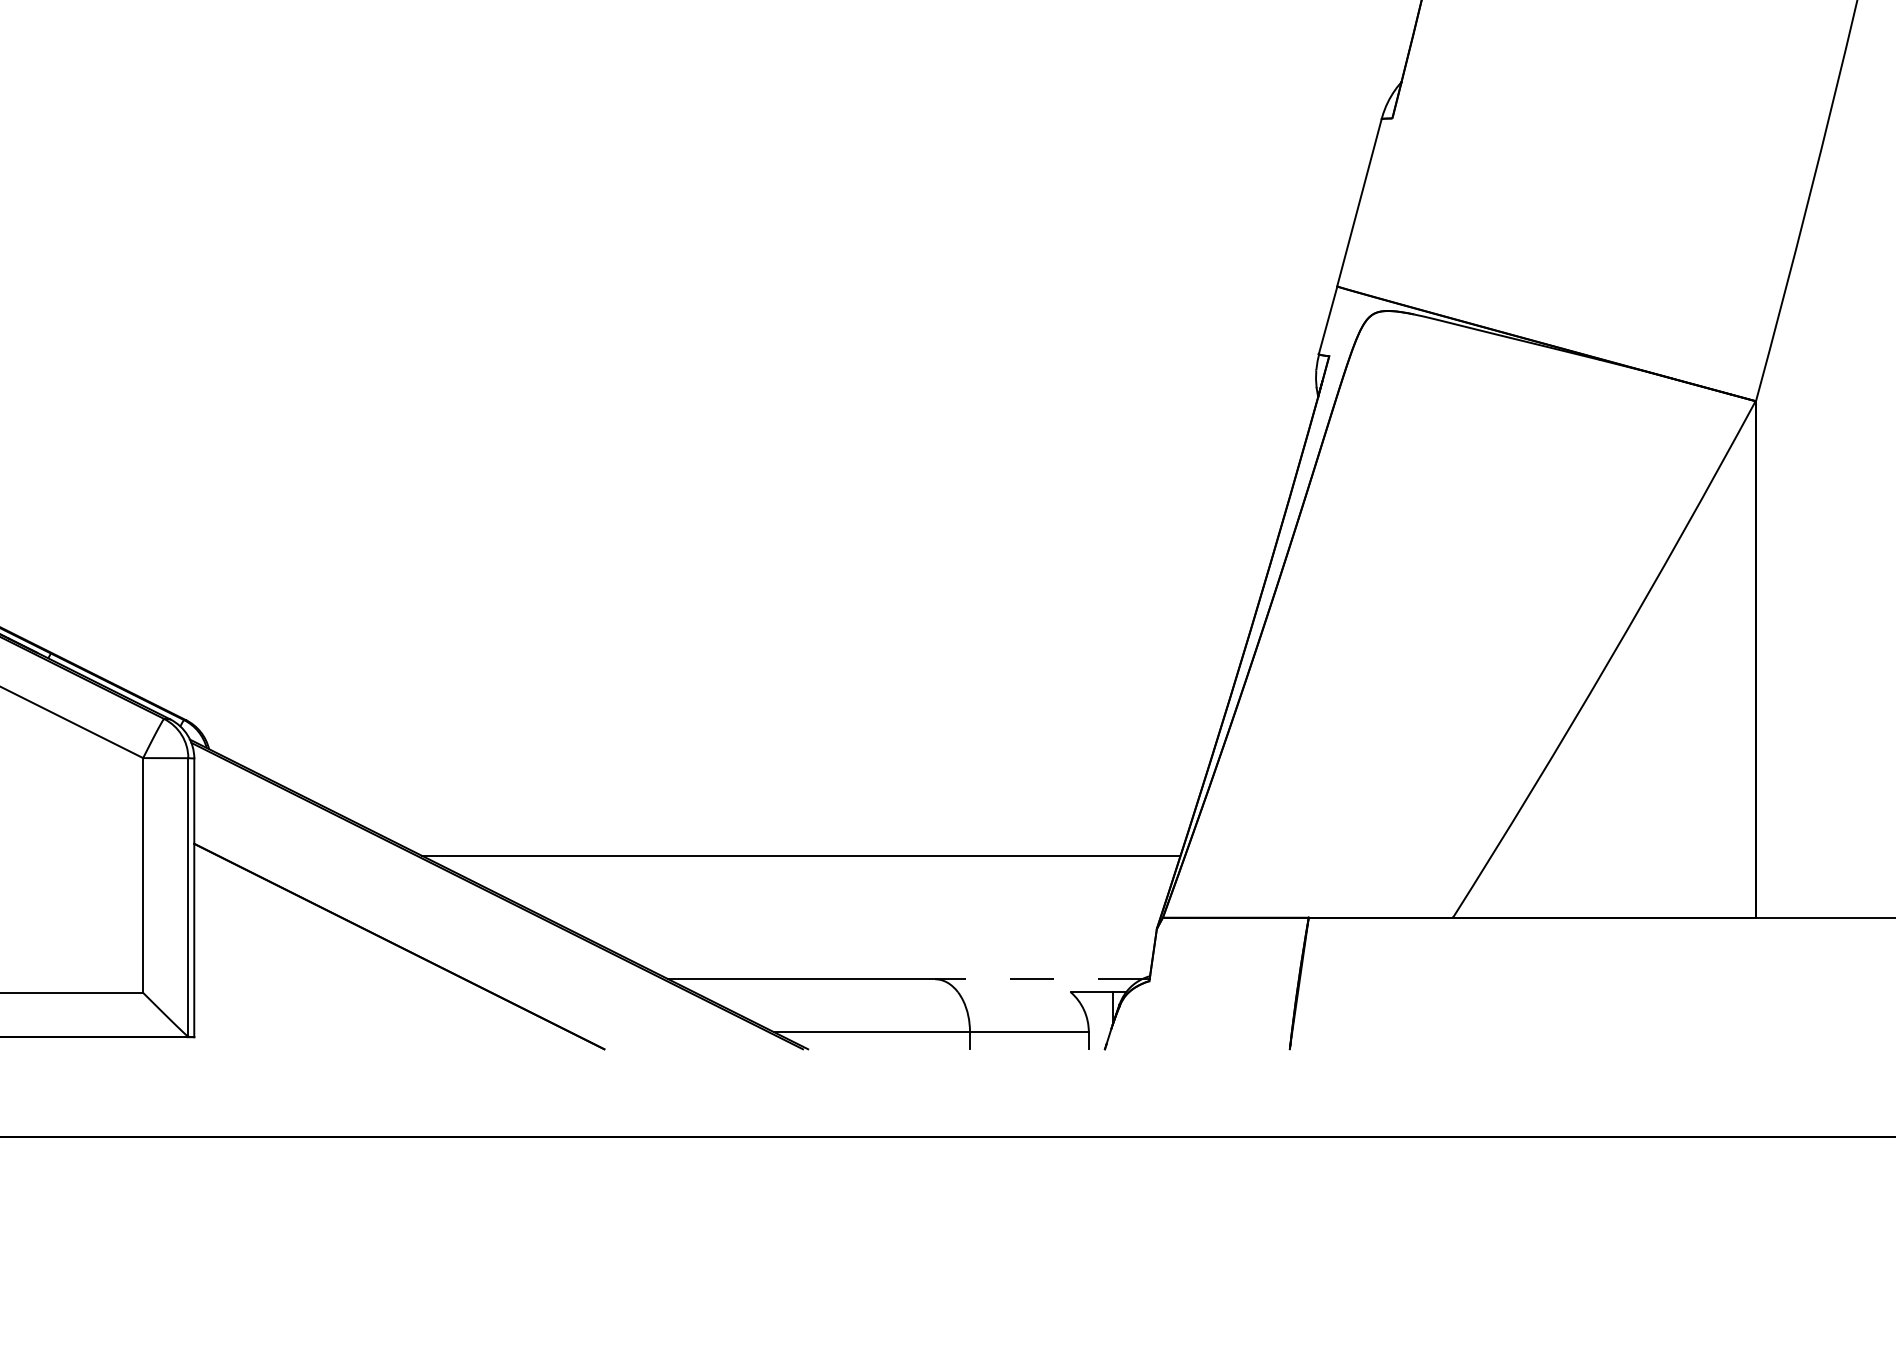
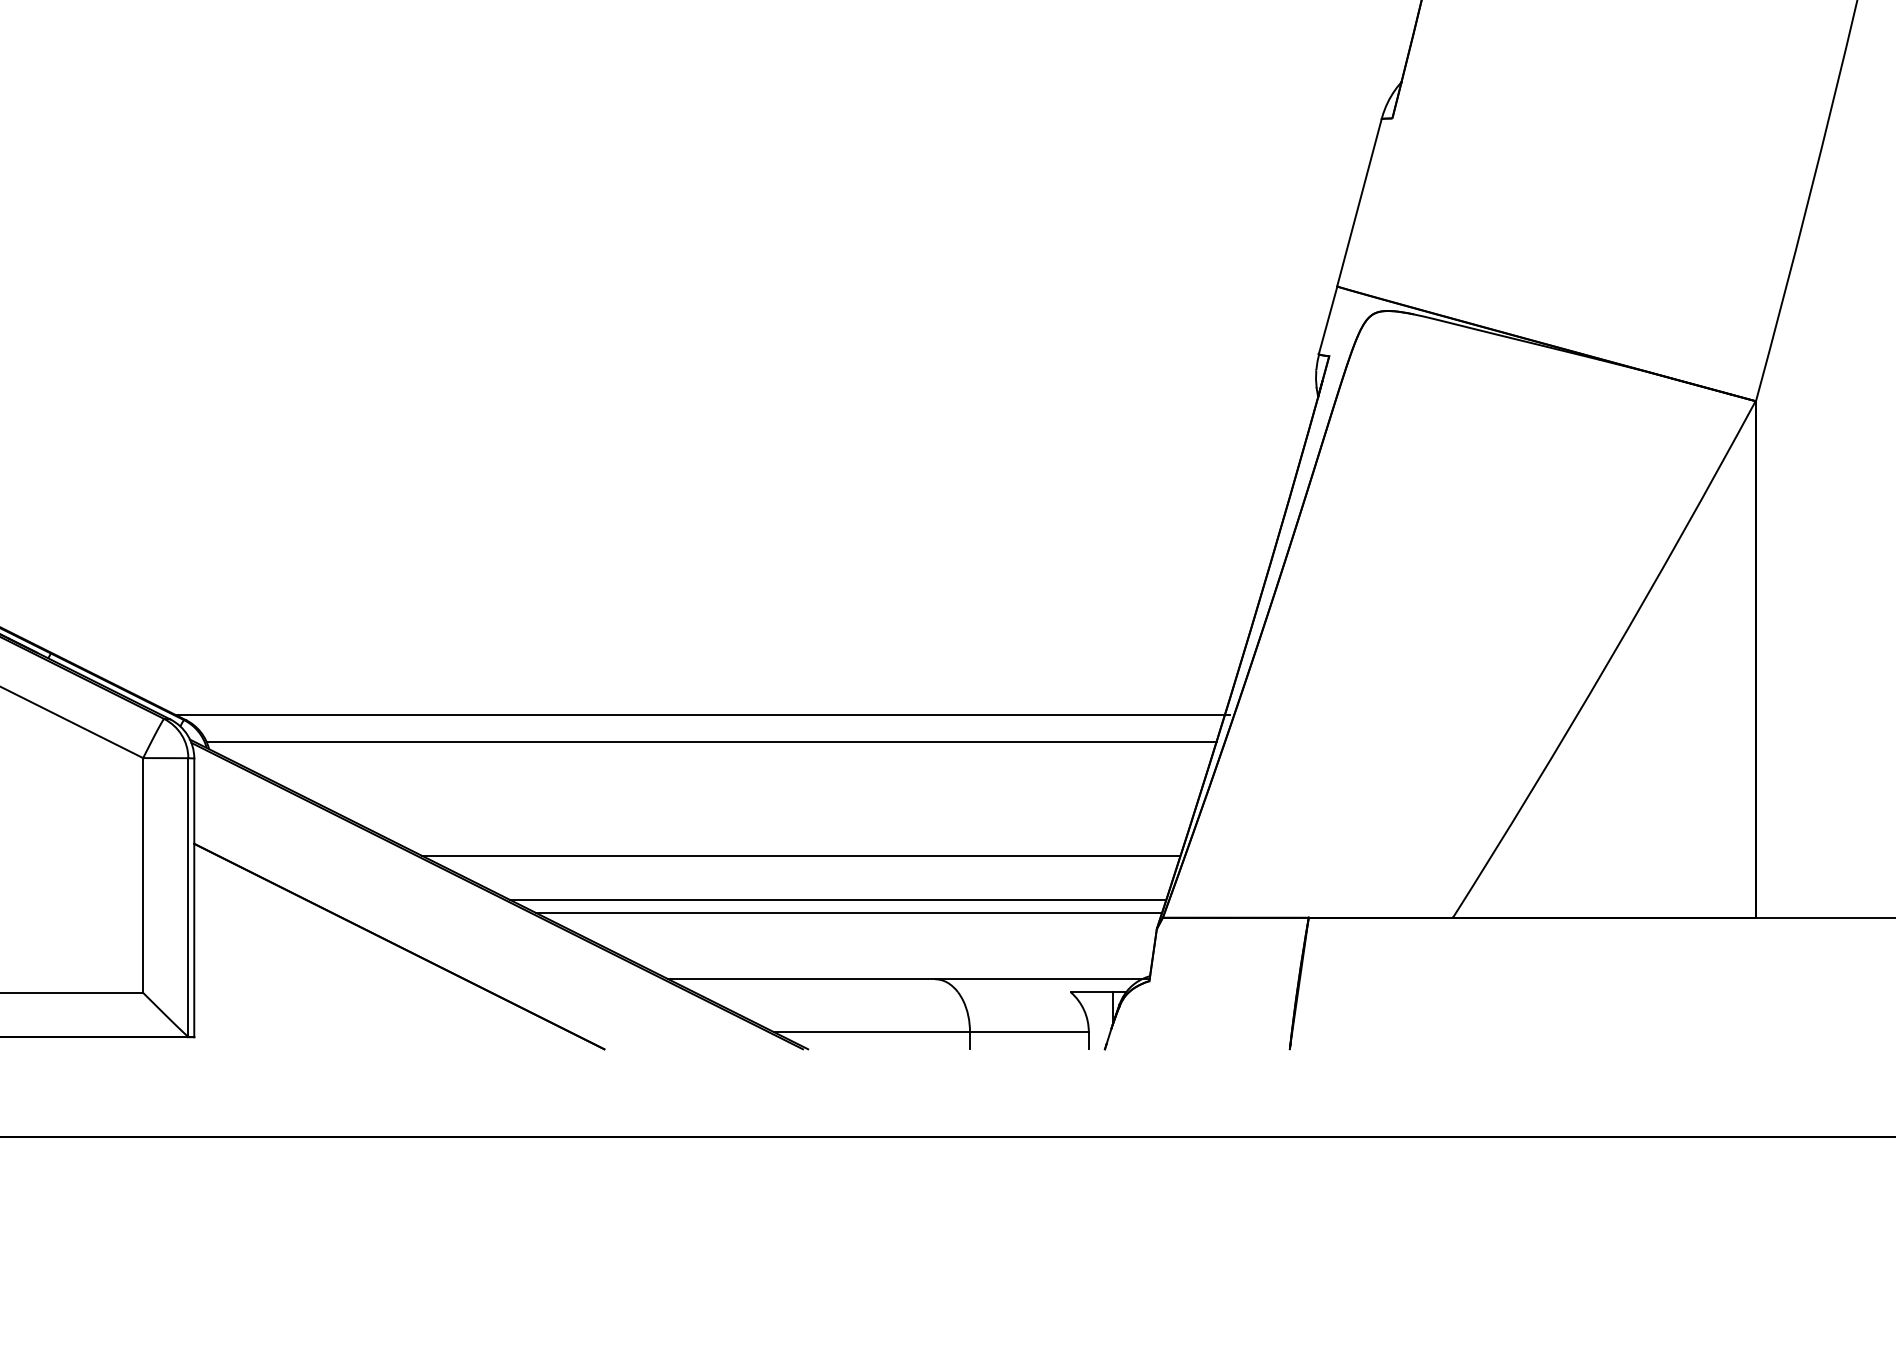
line at (702, 715): none -> present
line at (711, 741): none -> present
line at (838, 899): none -> present
line at (848, 912): none -> present
line at (1037, 979): dashed -> solid
